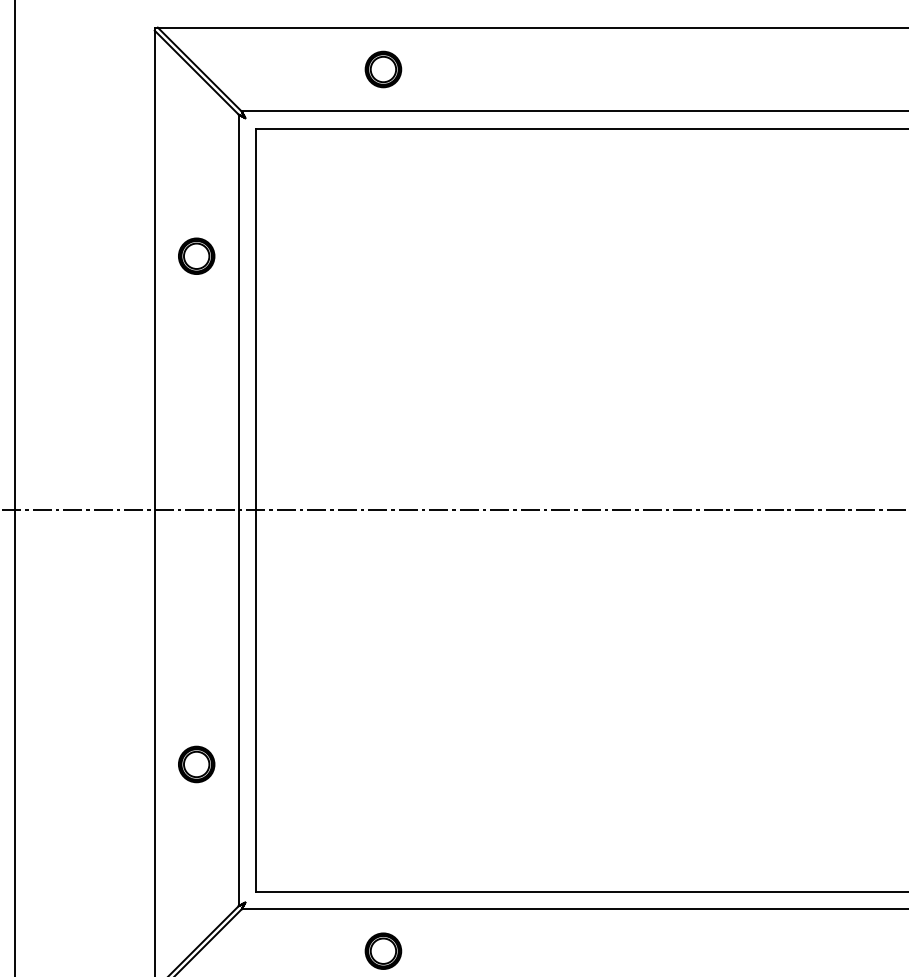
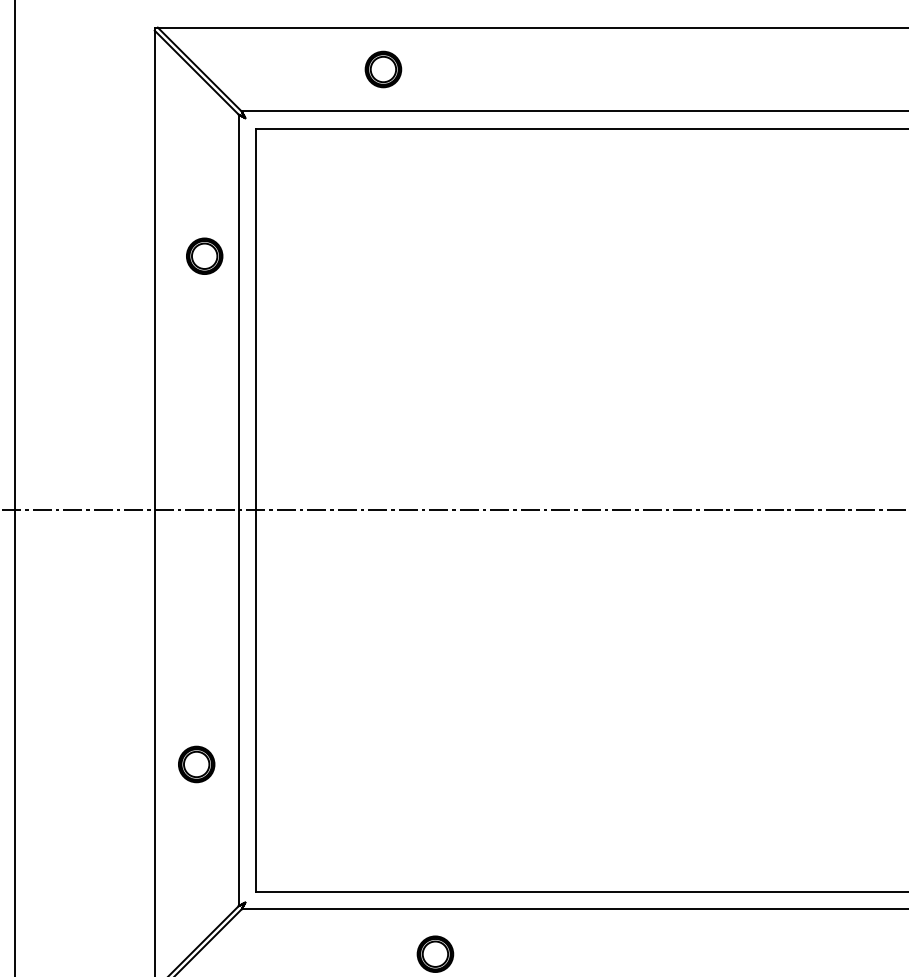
part at (196, 255) position: (196, 255) -> (204, 255)
part at (383, 950) position: (383, 950) -> (435, 953)
